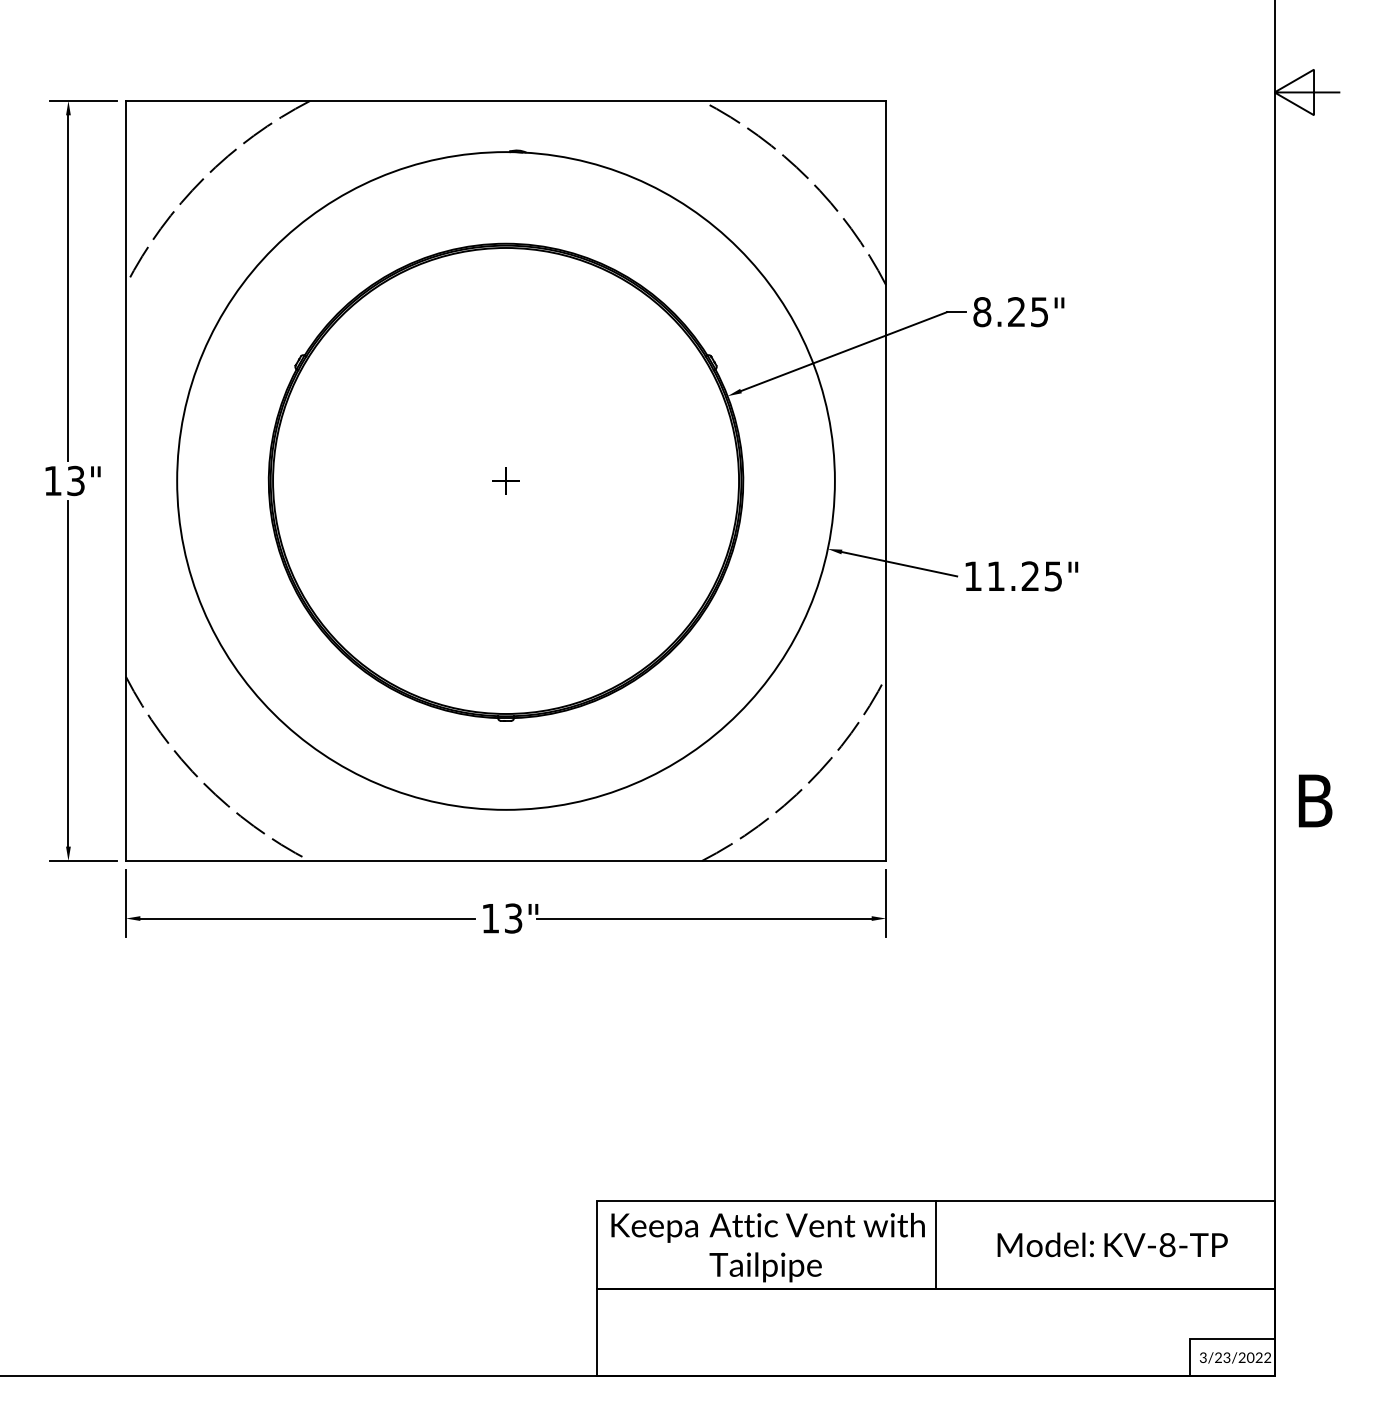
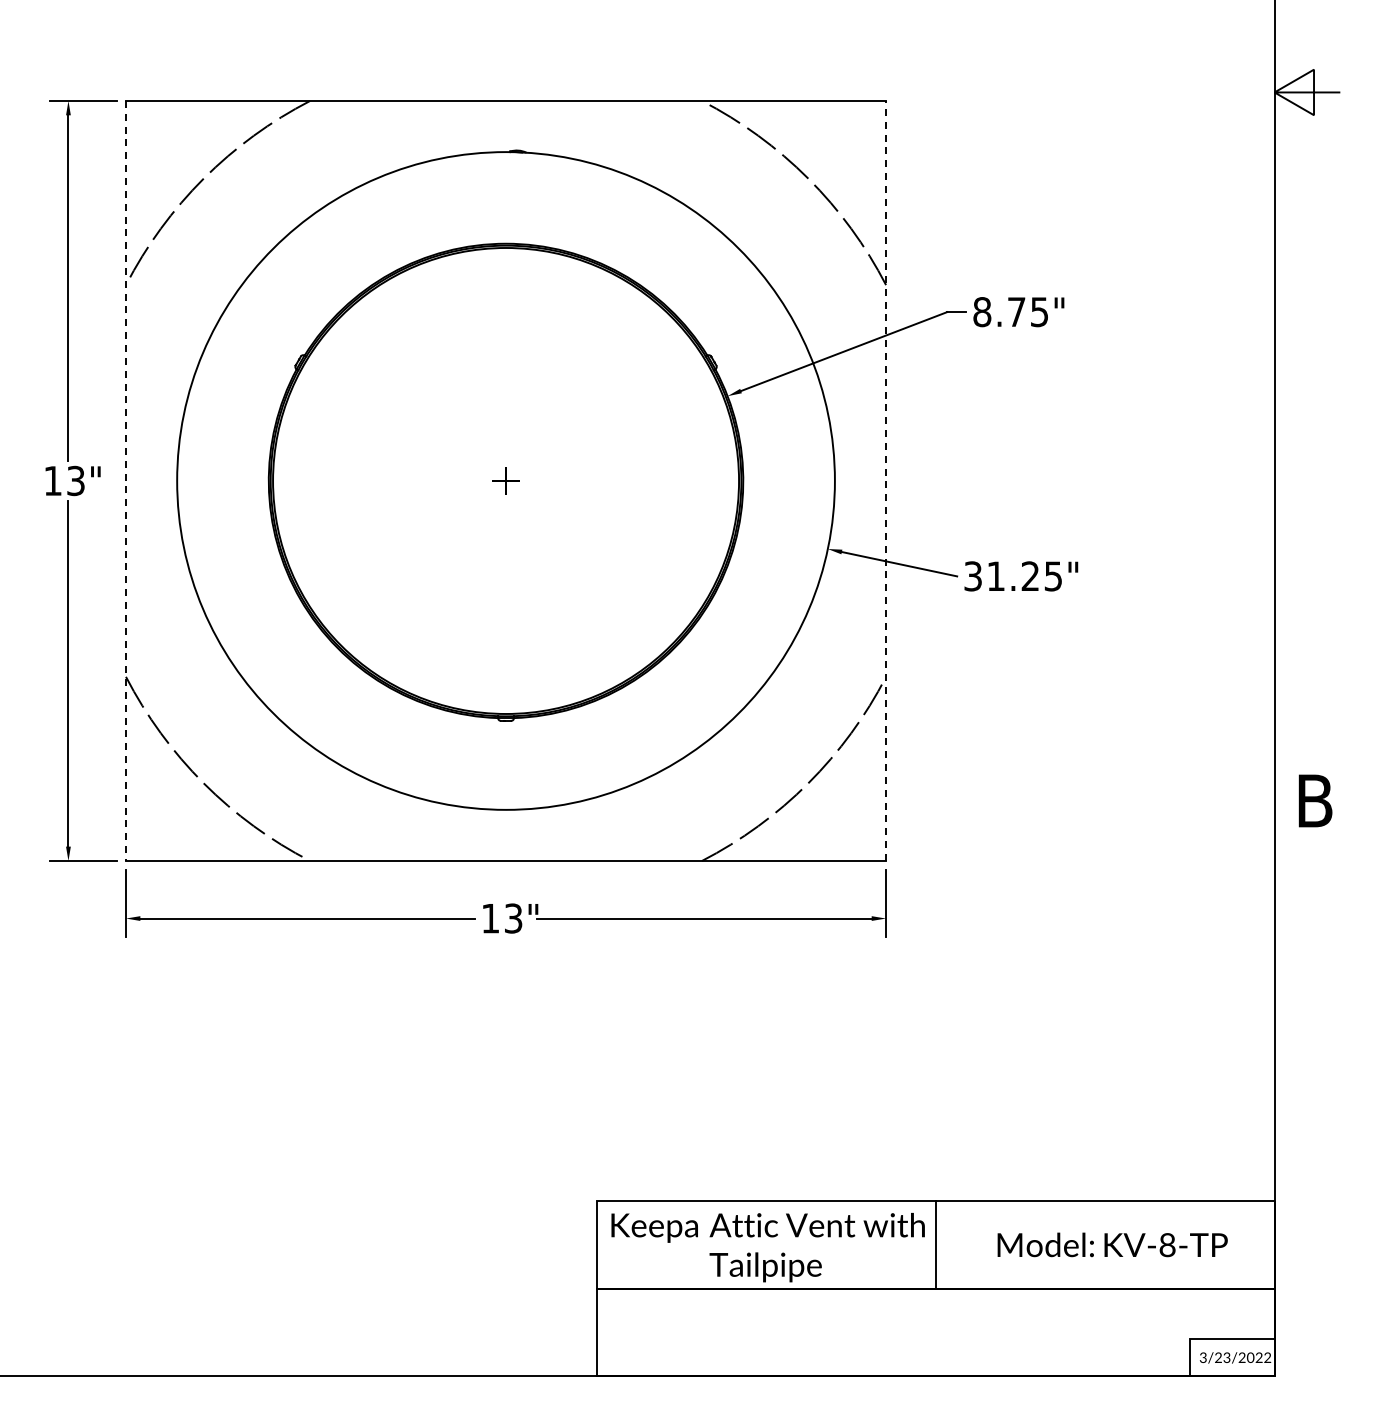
text at (1016, 311): 8.25" -> 8.75"
line at (886, 480): solid -> dashed
line at (126, 481): solid -> dashed
text at (972, 576): 11.25" -> 31.25"
